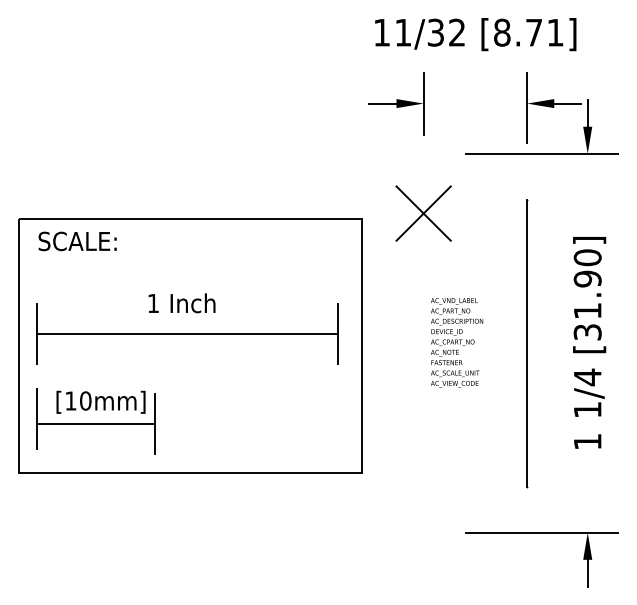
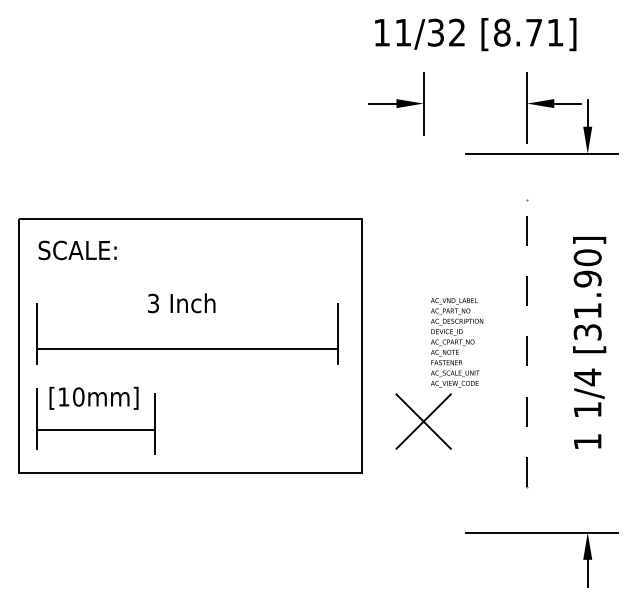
part at (423, 213) position: (423, 213) -> (423, 421)
text at (77, 241) position: (77, 241) -> (77, 250)
text at (153, 303): 1 -> 3
line at (187, 333) position: (187, 333) -> (187, 348)
line at (527, 343): solid -> dashed
text at (100, 401) position: (100, 401) -> (93, 397)
line at (95, 424) position: (95, 424) -> (95, 430)
